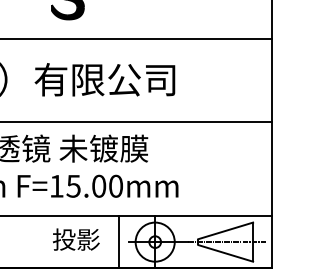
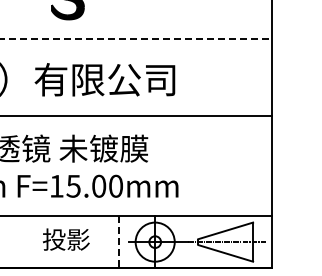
line at (136, 38): solid -> dashed
line at (137, 122) position: (137, 122) -> (137, 116)
text at (76, 239) position: (76, 239) -> (66, 239)
line at (118, 242): solid -> dashed
